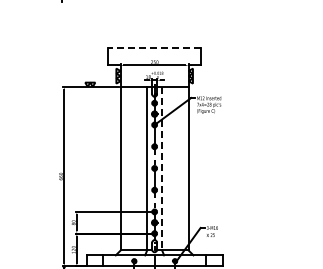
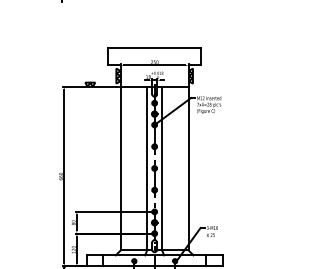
line at (154, 47): dashed -> solid
line at (162, 168): dashed -> solid
